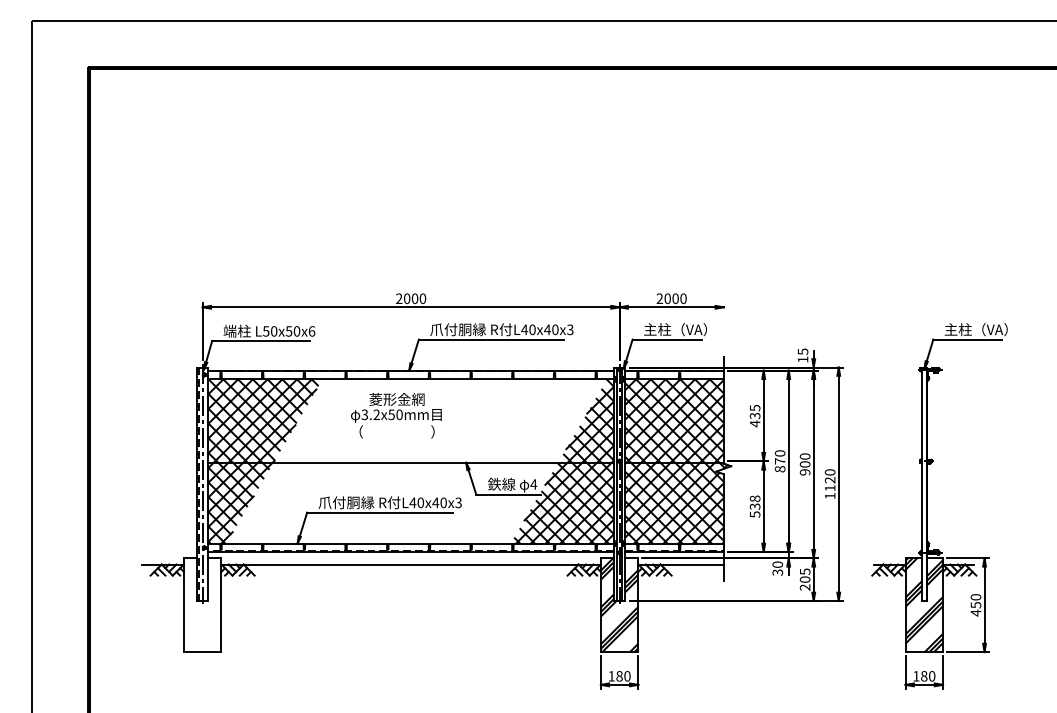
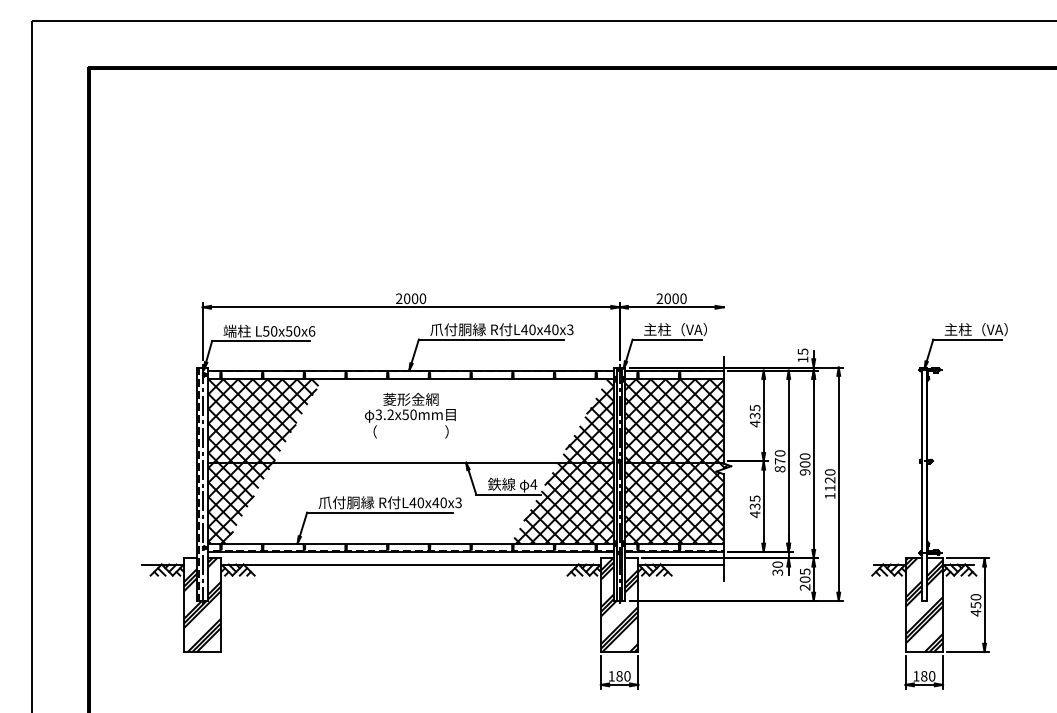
text at (396, 415) position: (396, 415) -> (410, 415)
text at (754, 506): 538 -> 435
hatch at (202, 605): none -> present
